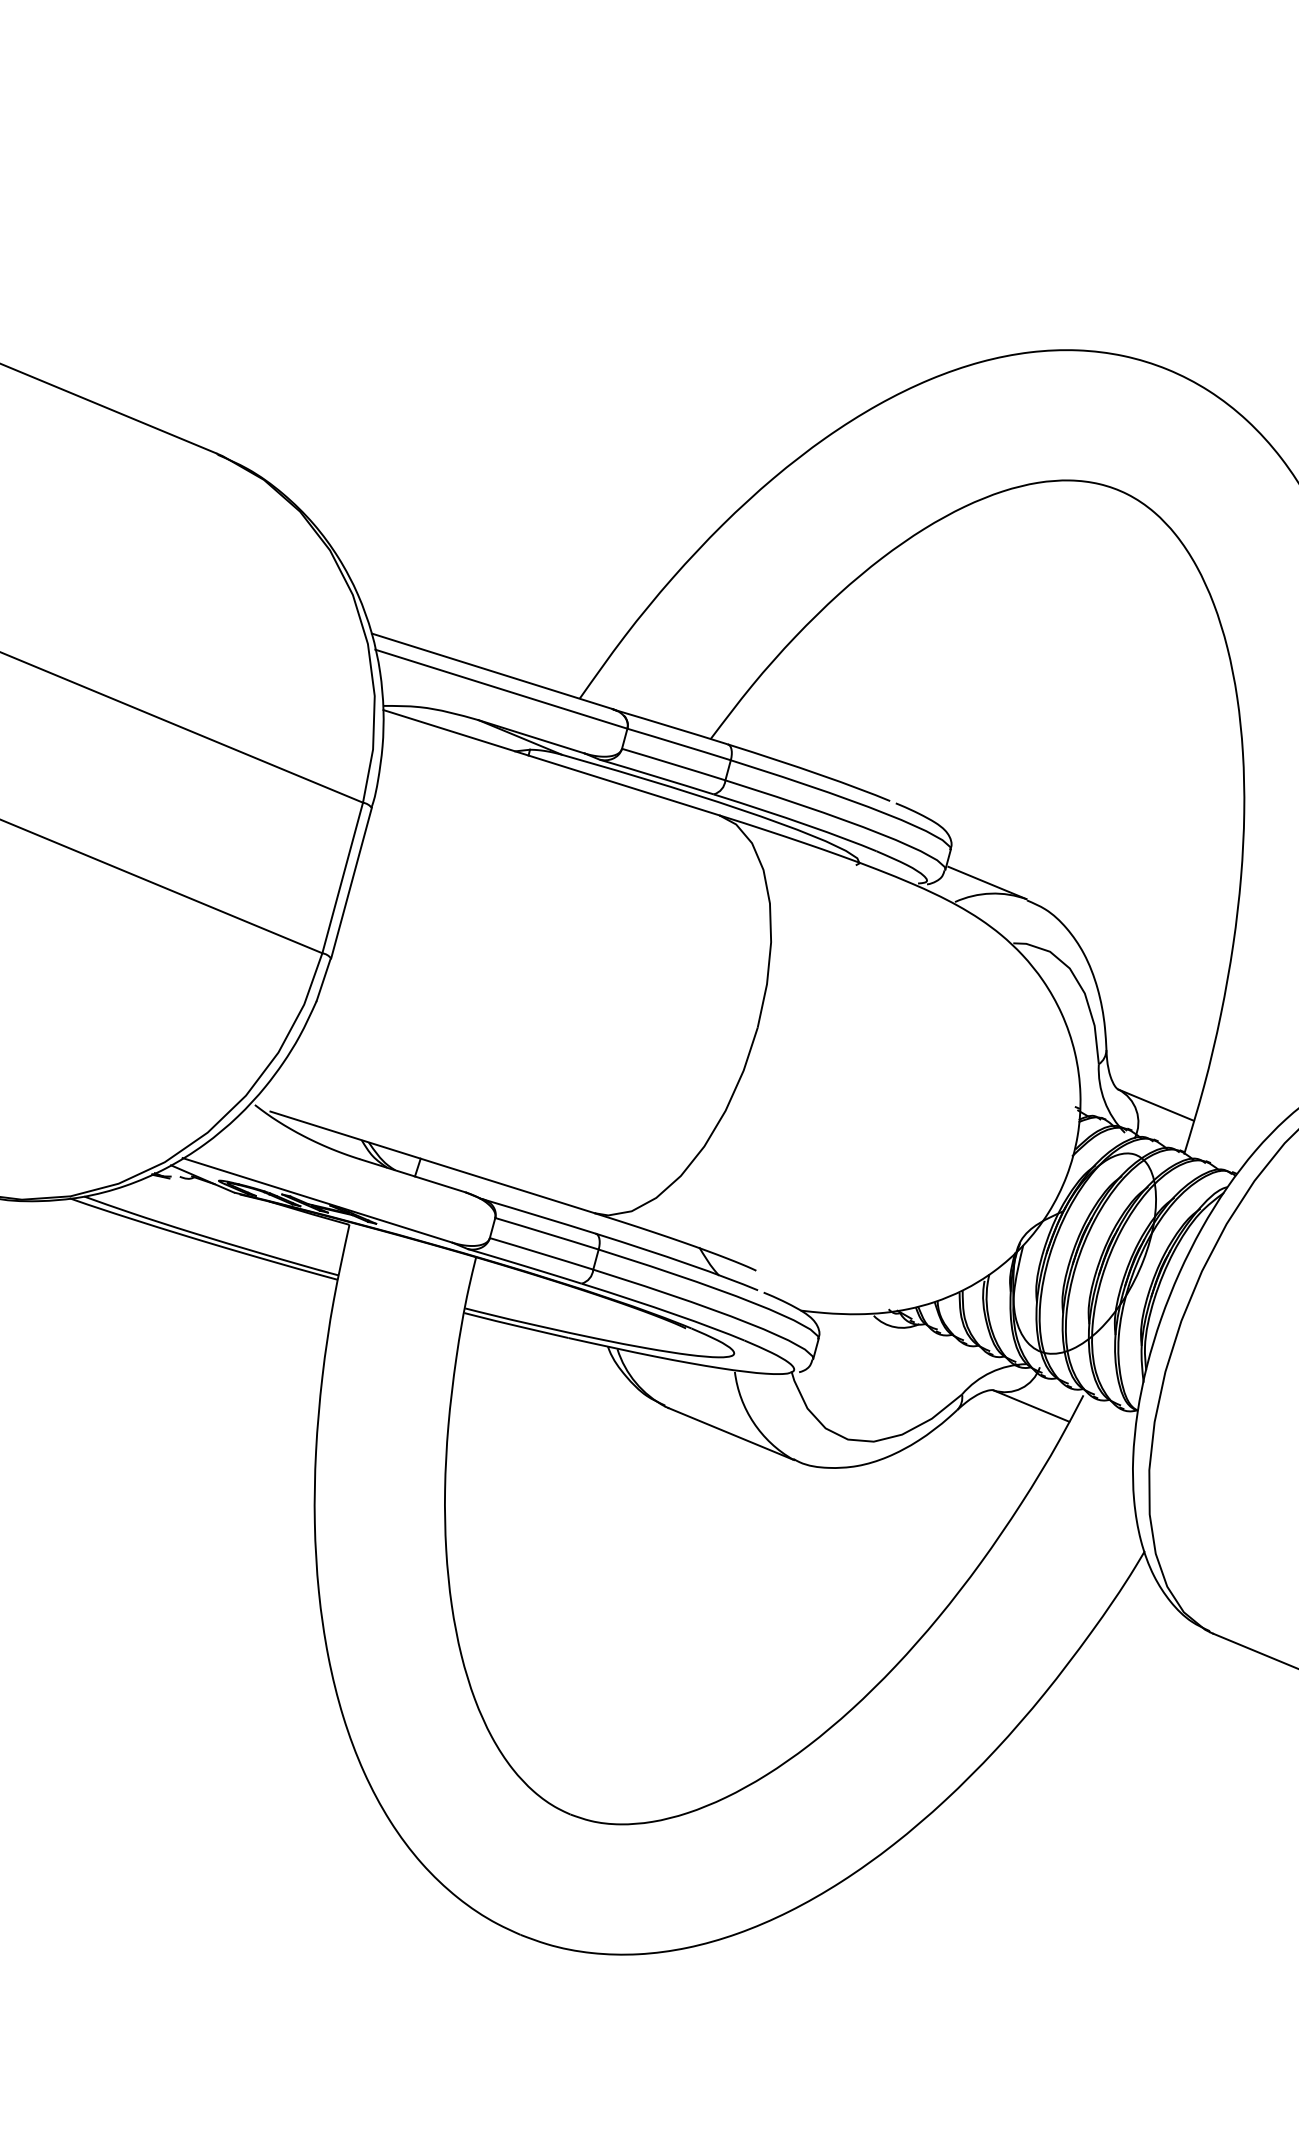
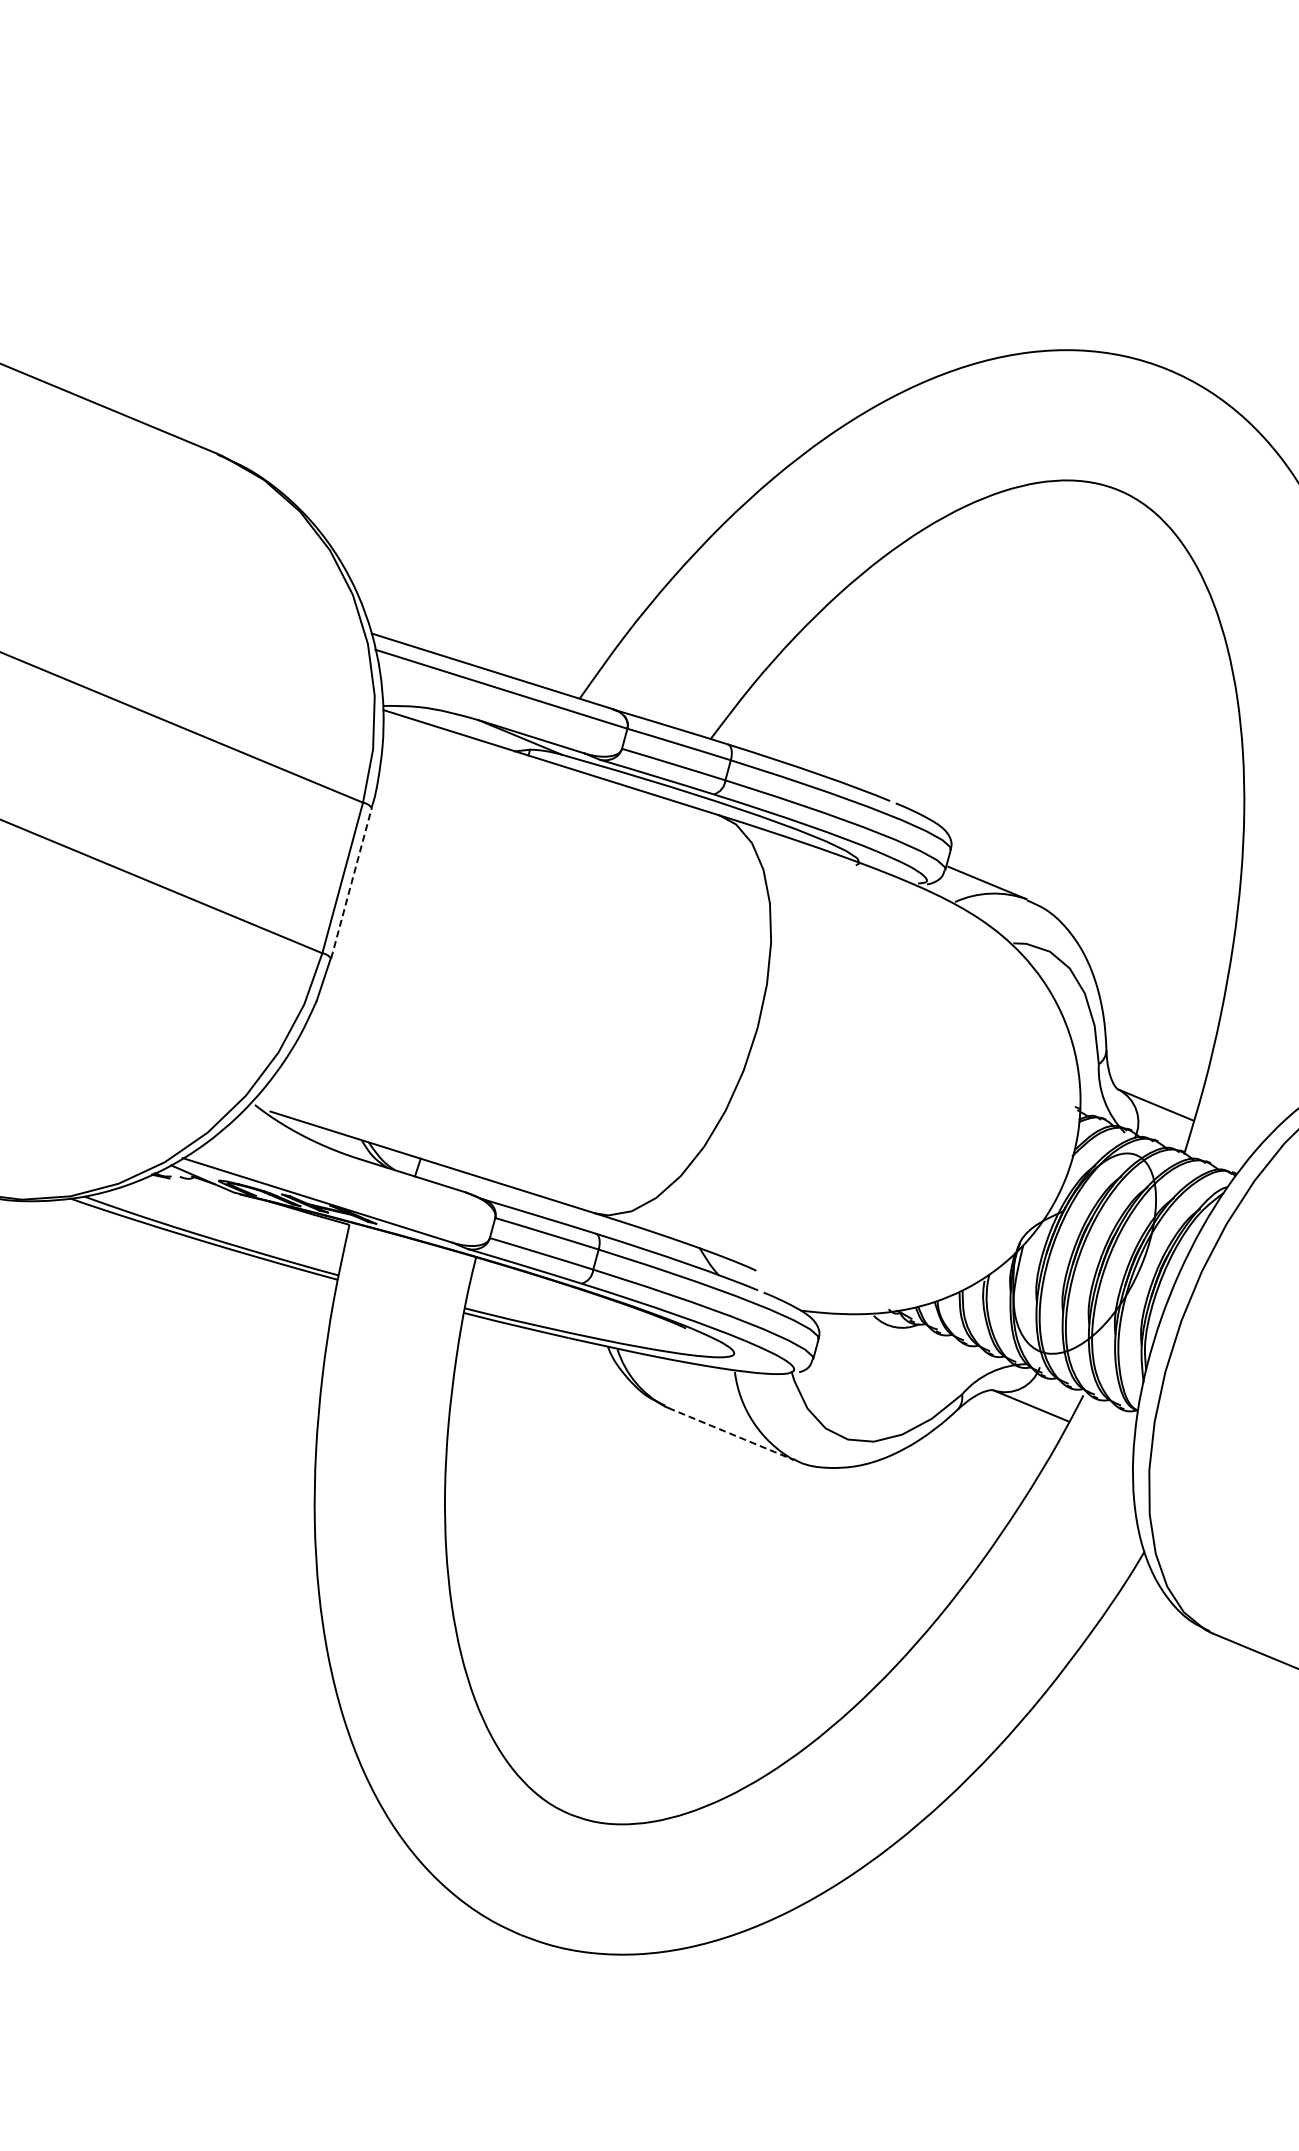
line at (351, 883): solid -> dashed
line at (731, 1434): solid -> dashed
